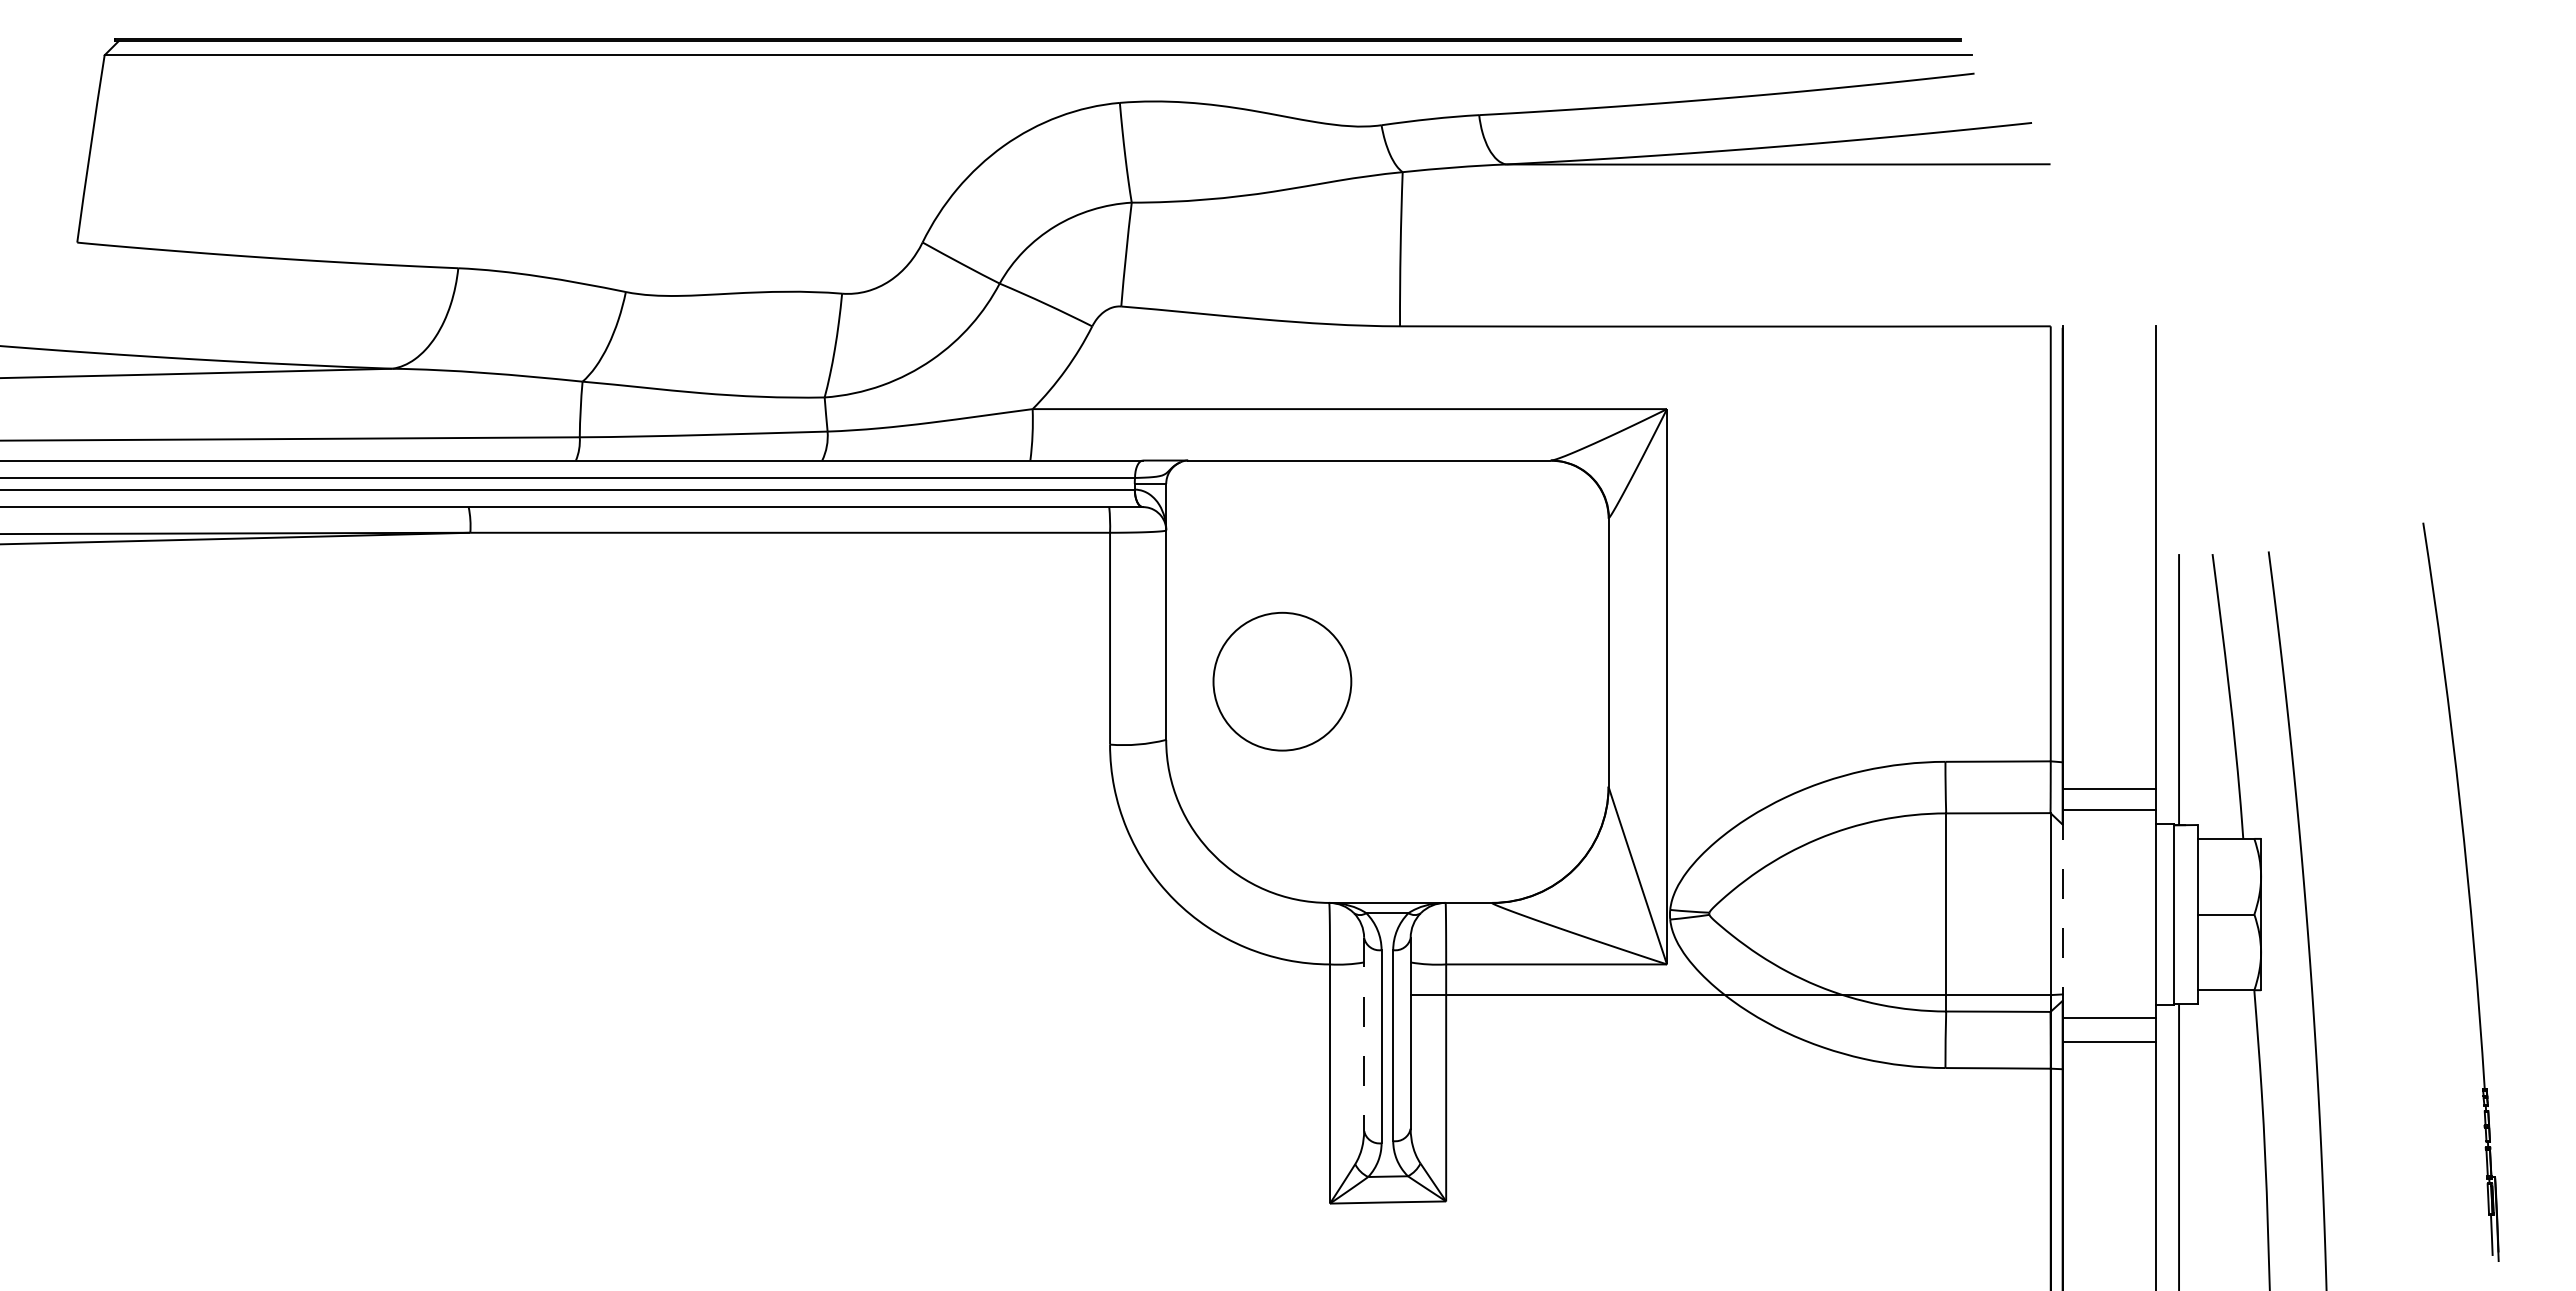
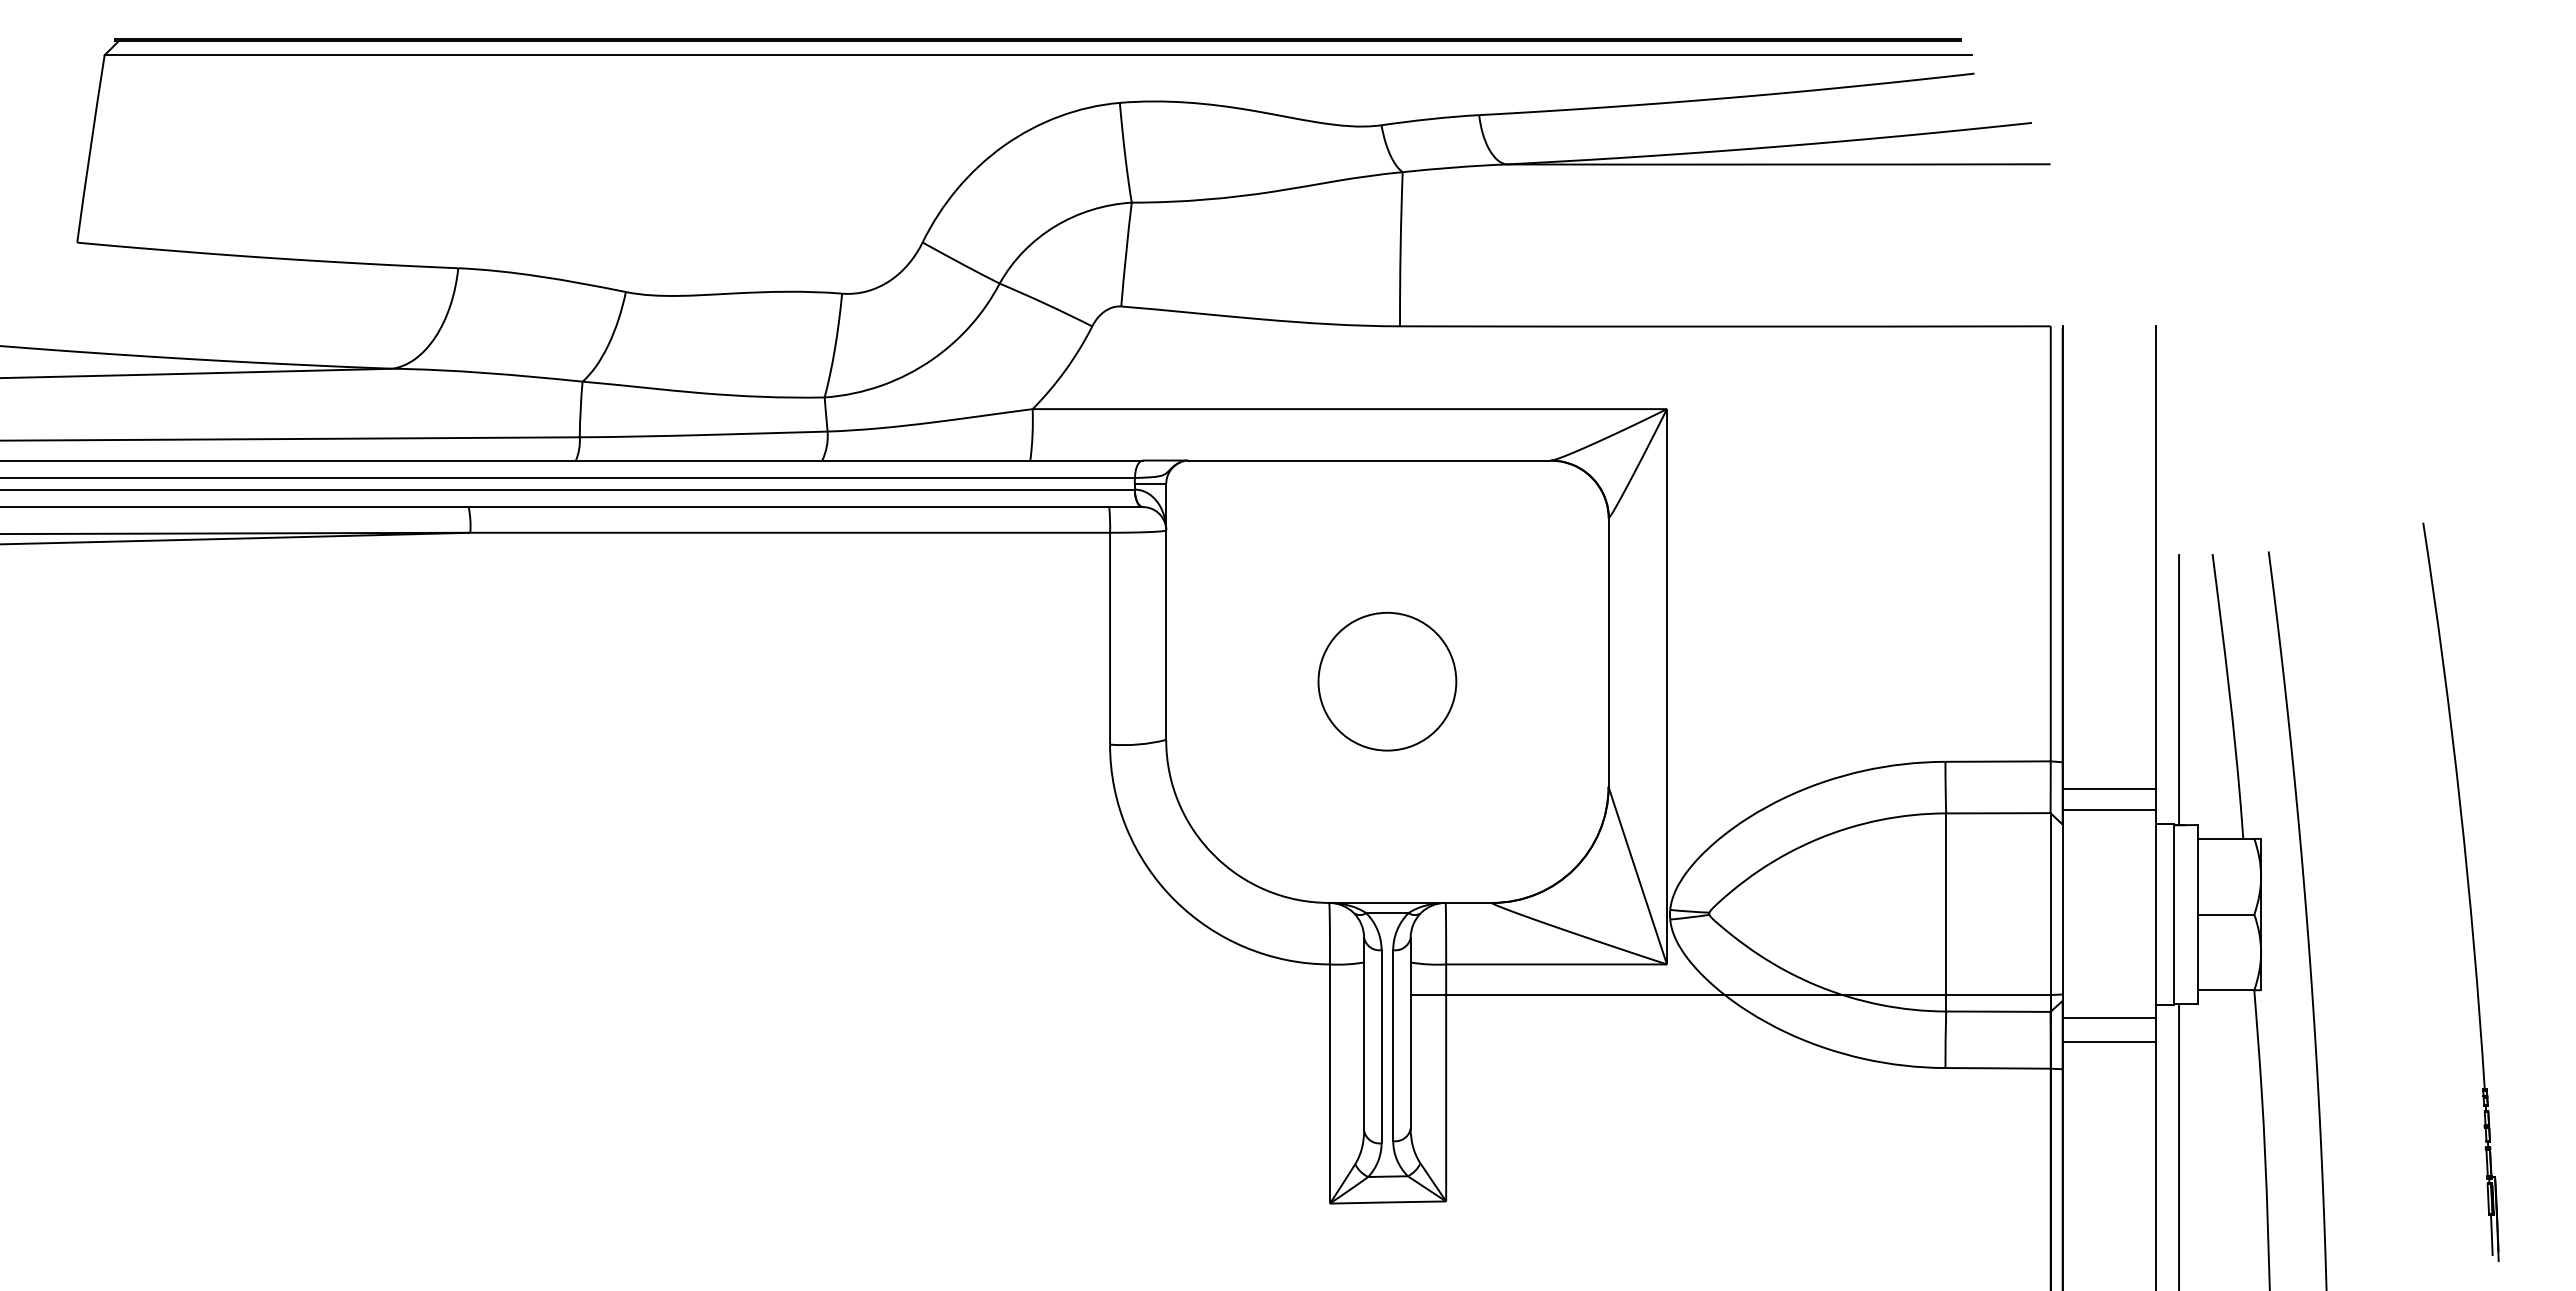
circle at (1282, 681) position: (1282, 681) -> (1387, 681)
line at (2062, 913): dashed -> solid
line at (1364, 1034): dashed -> solid
